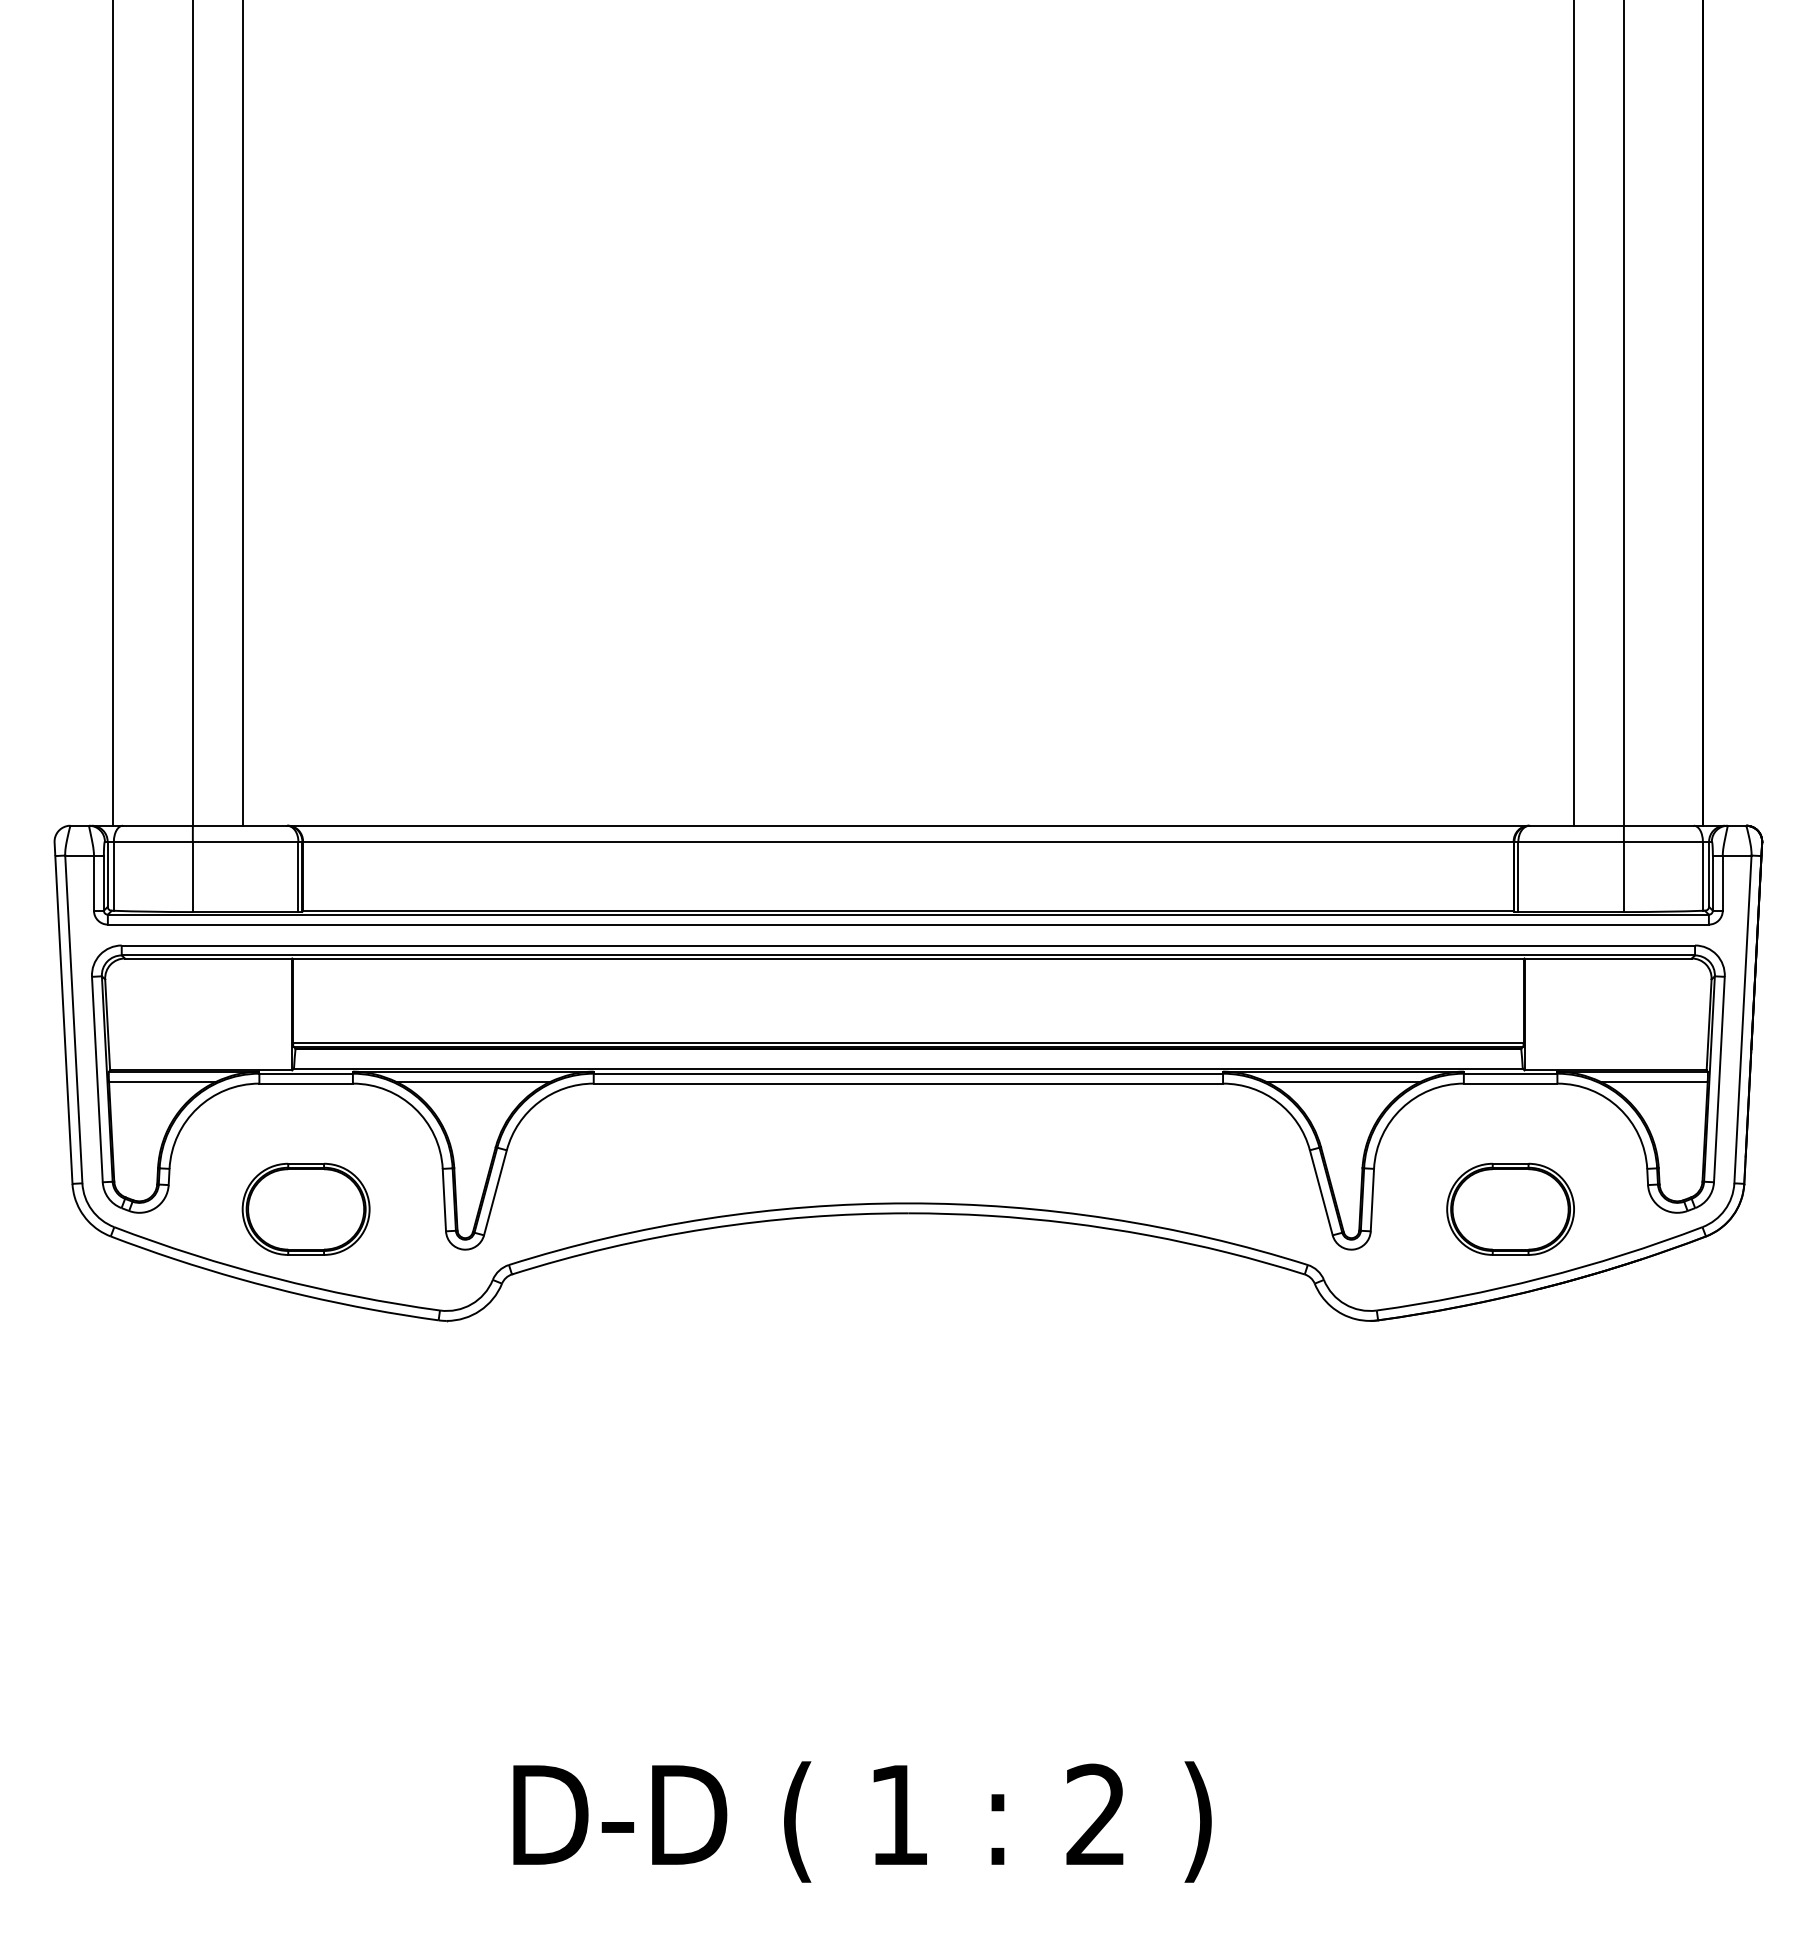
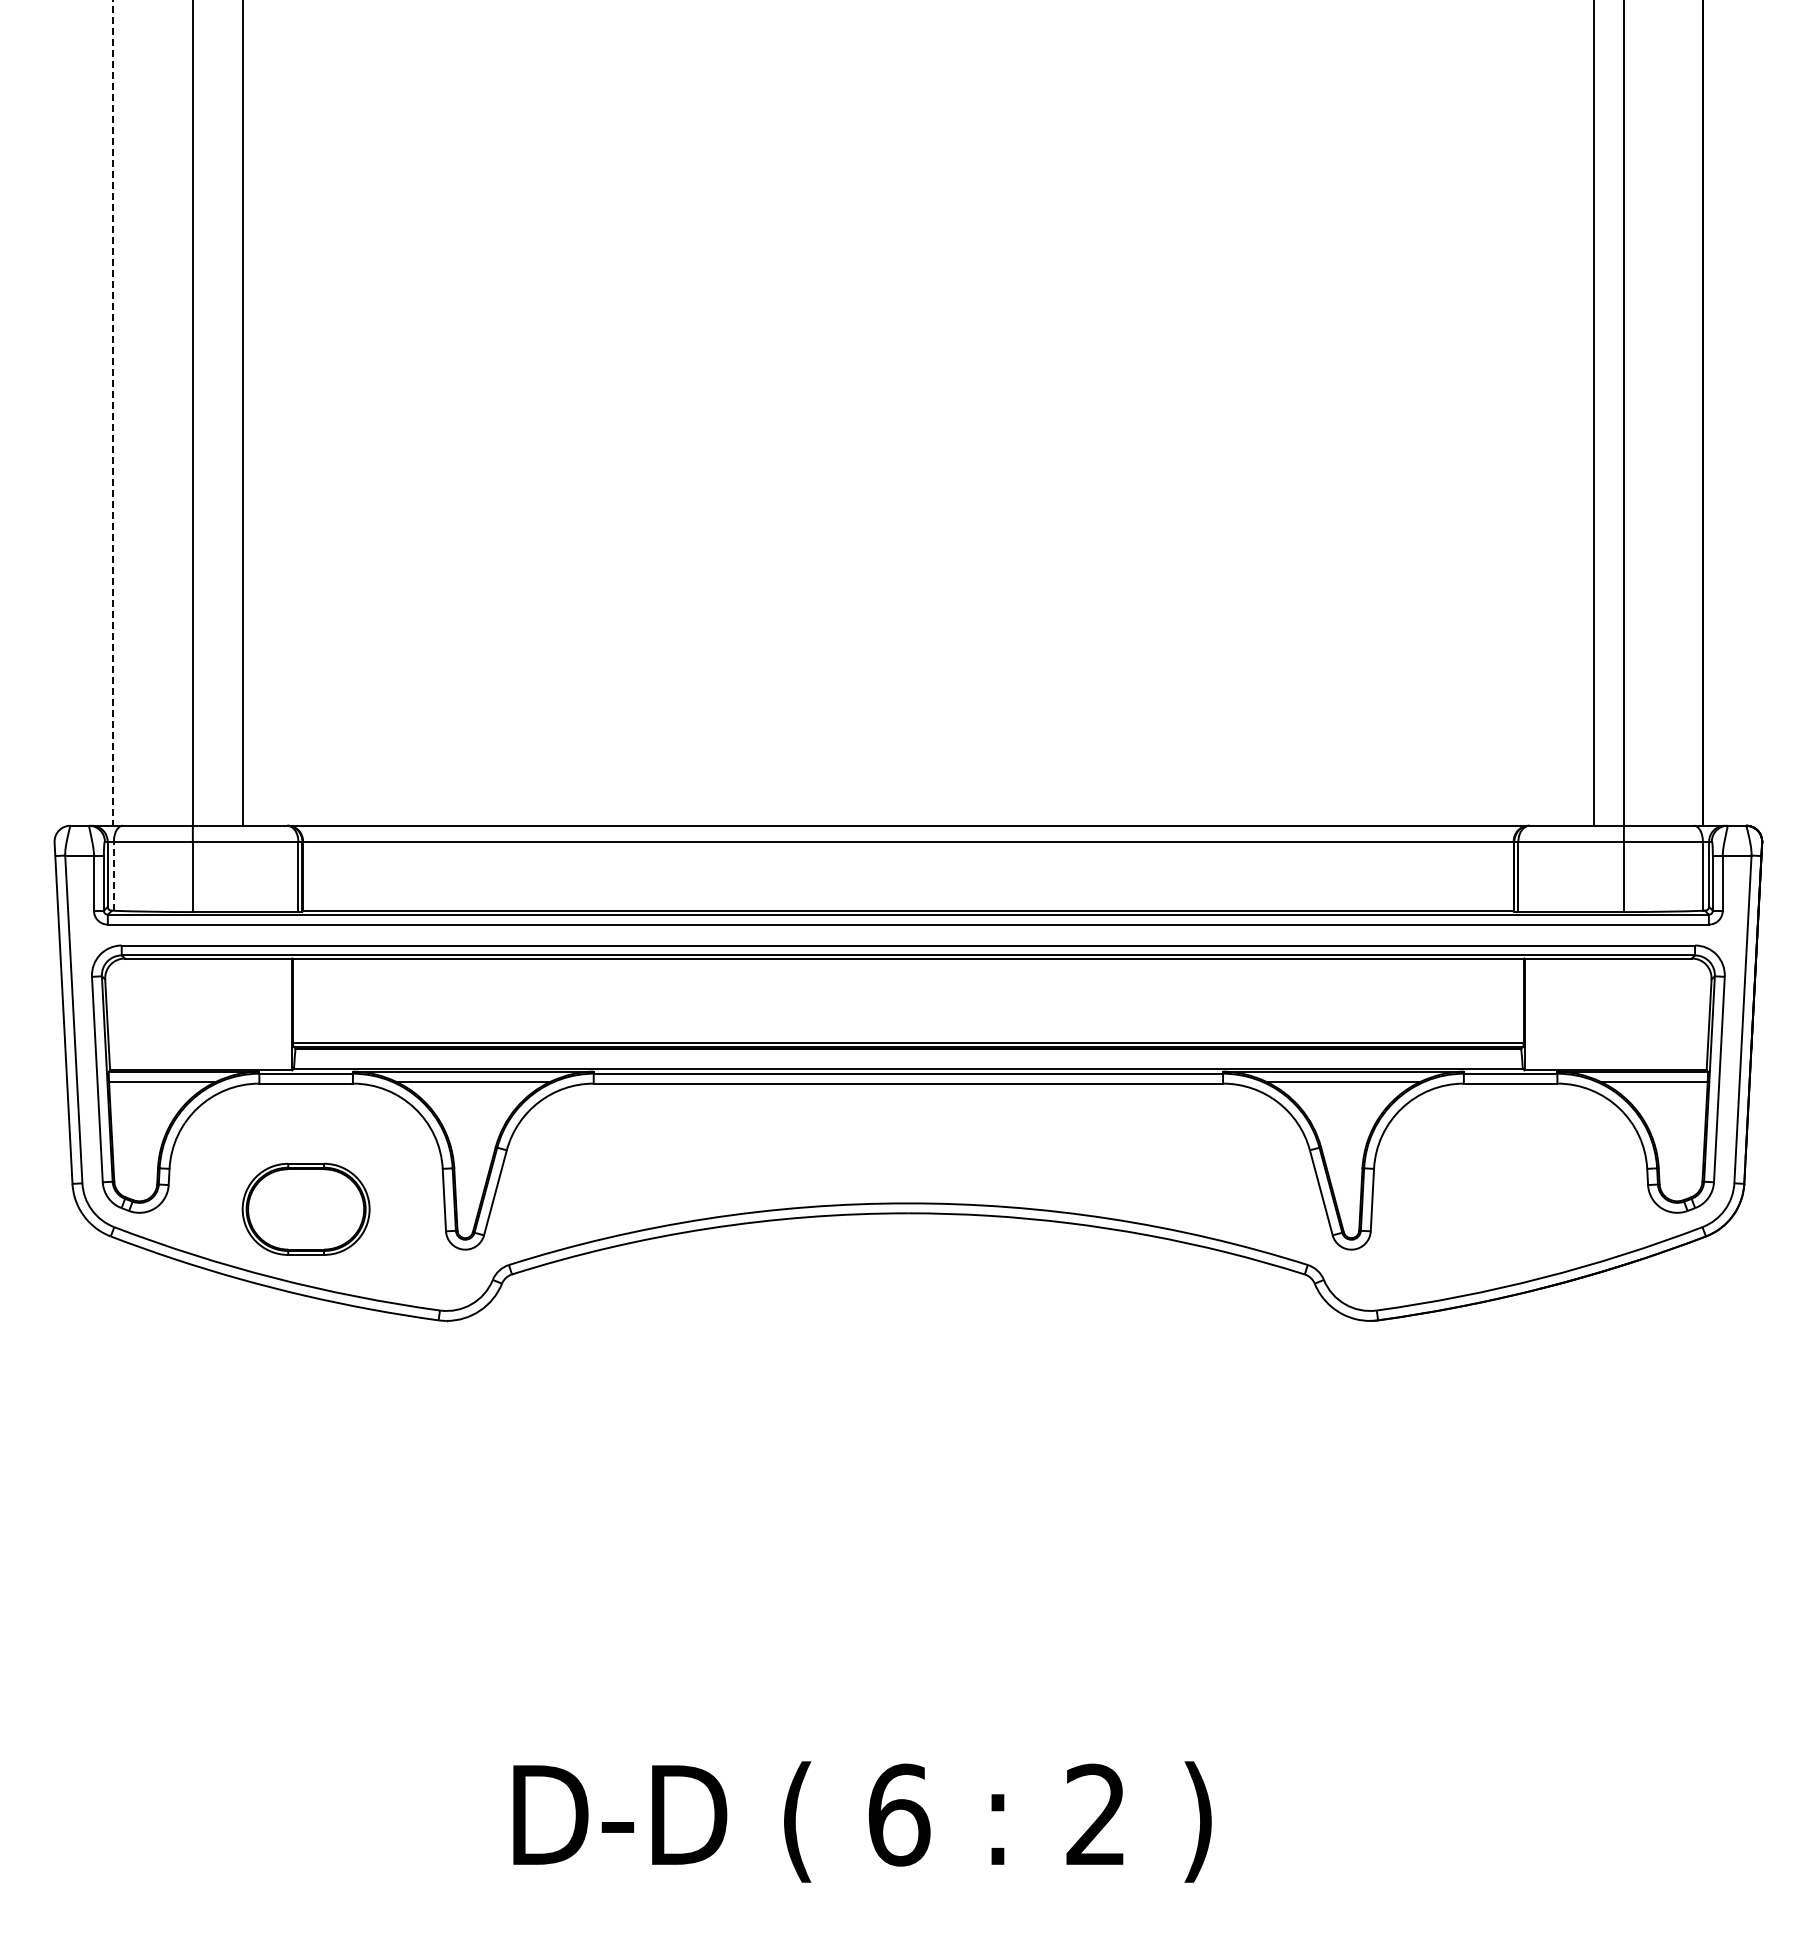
line at (113, 413): solid -> dashed
line at (1574, 413) position: (1574, 413) -> (1594, 413)
line at (113, 876): solid -> dashed
part at (1510, 1208): present -> none
text at (899, 1814): 1 -> 6
